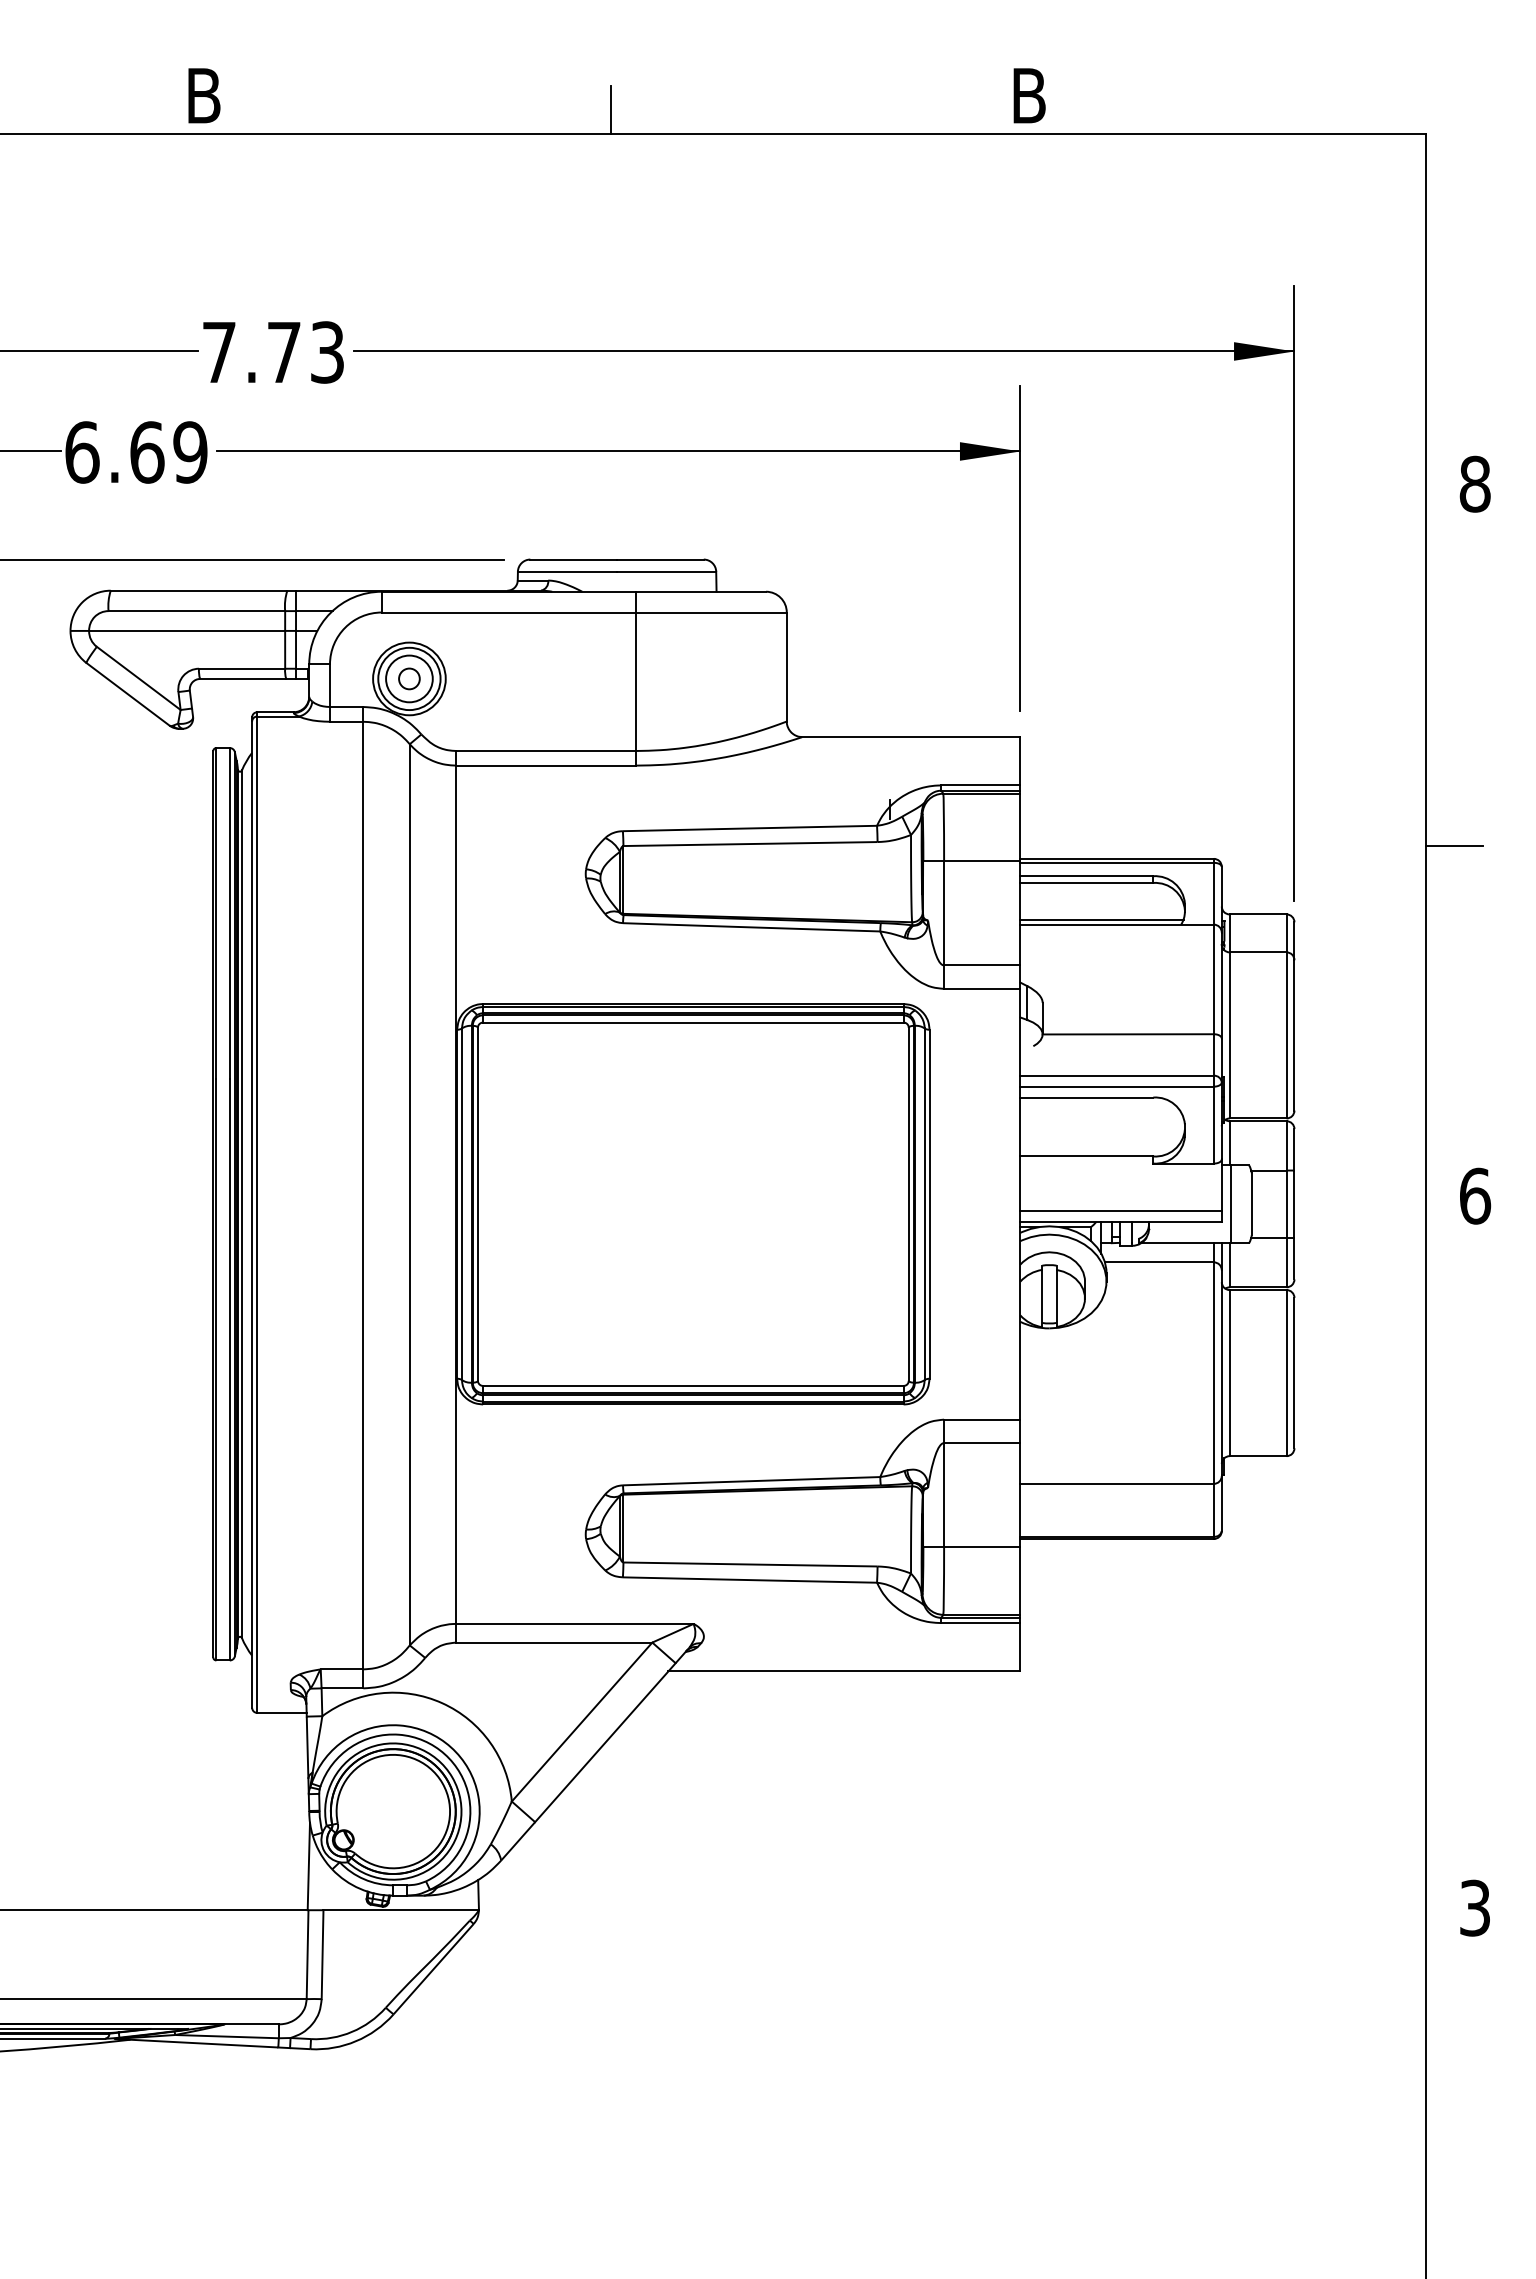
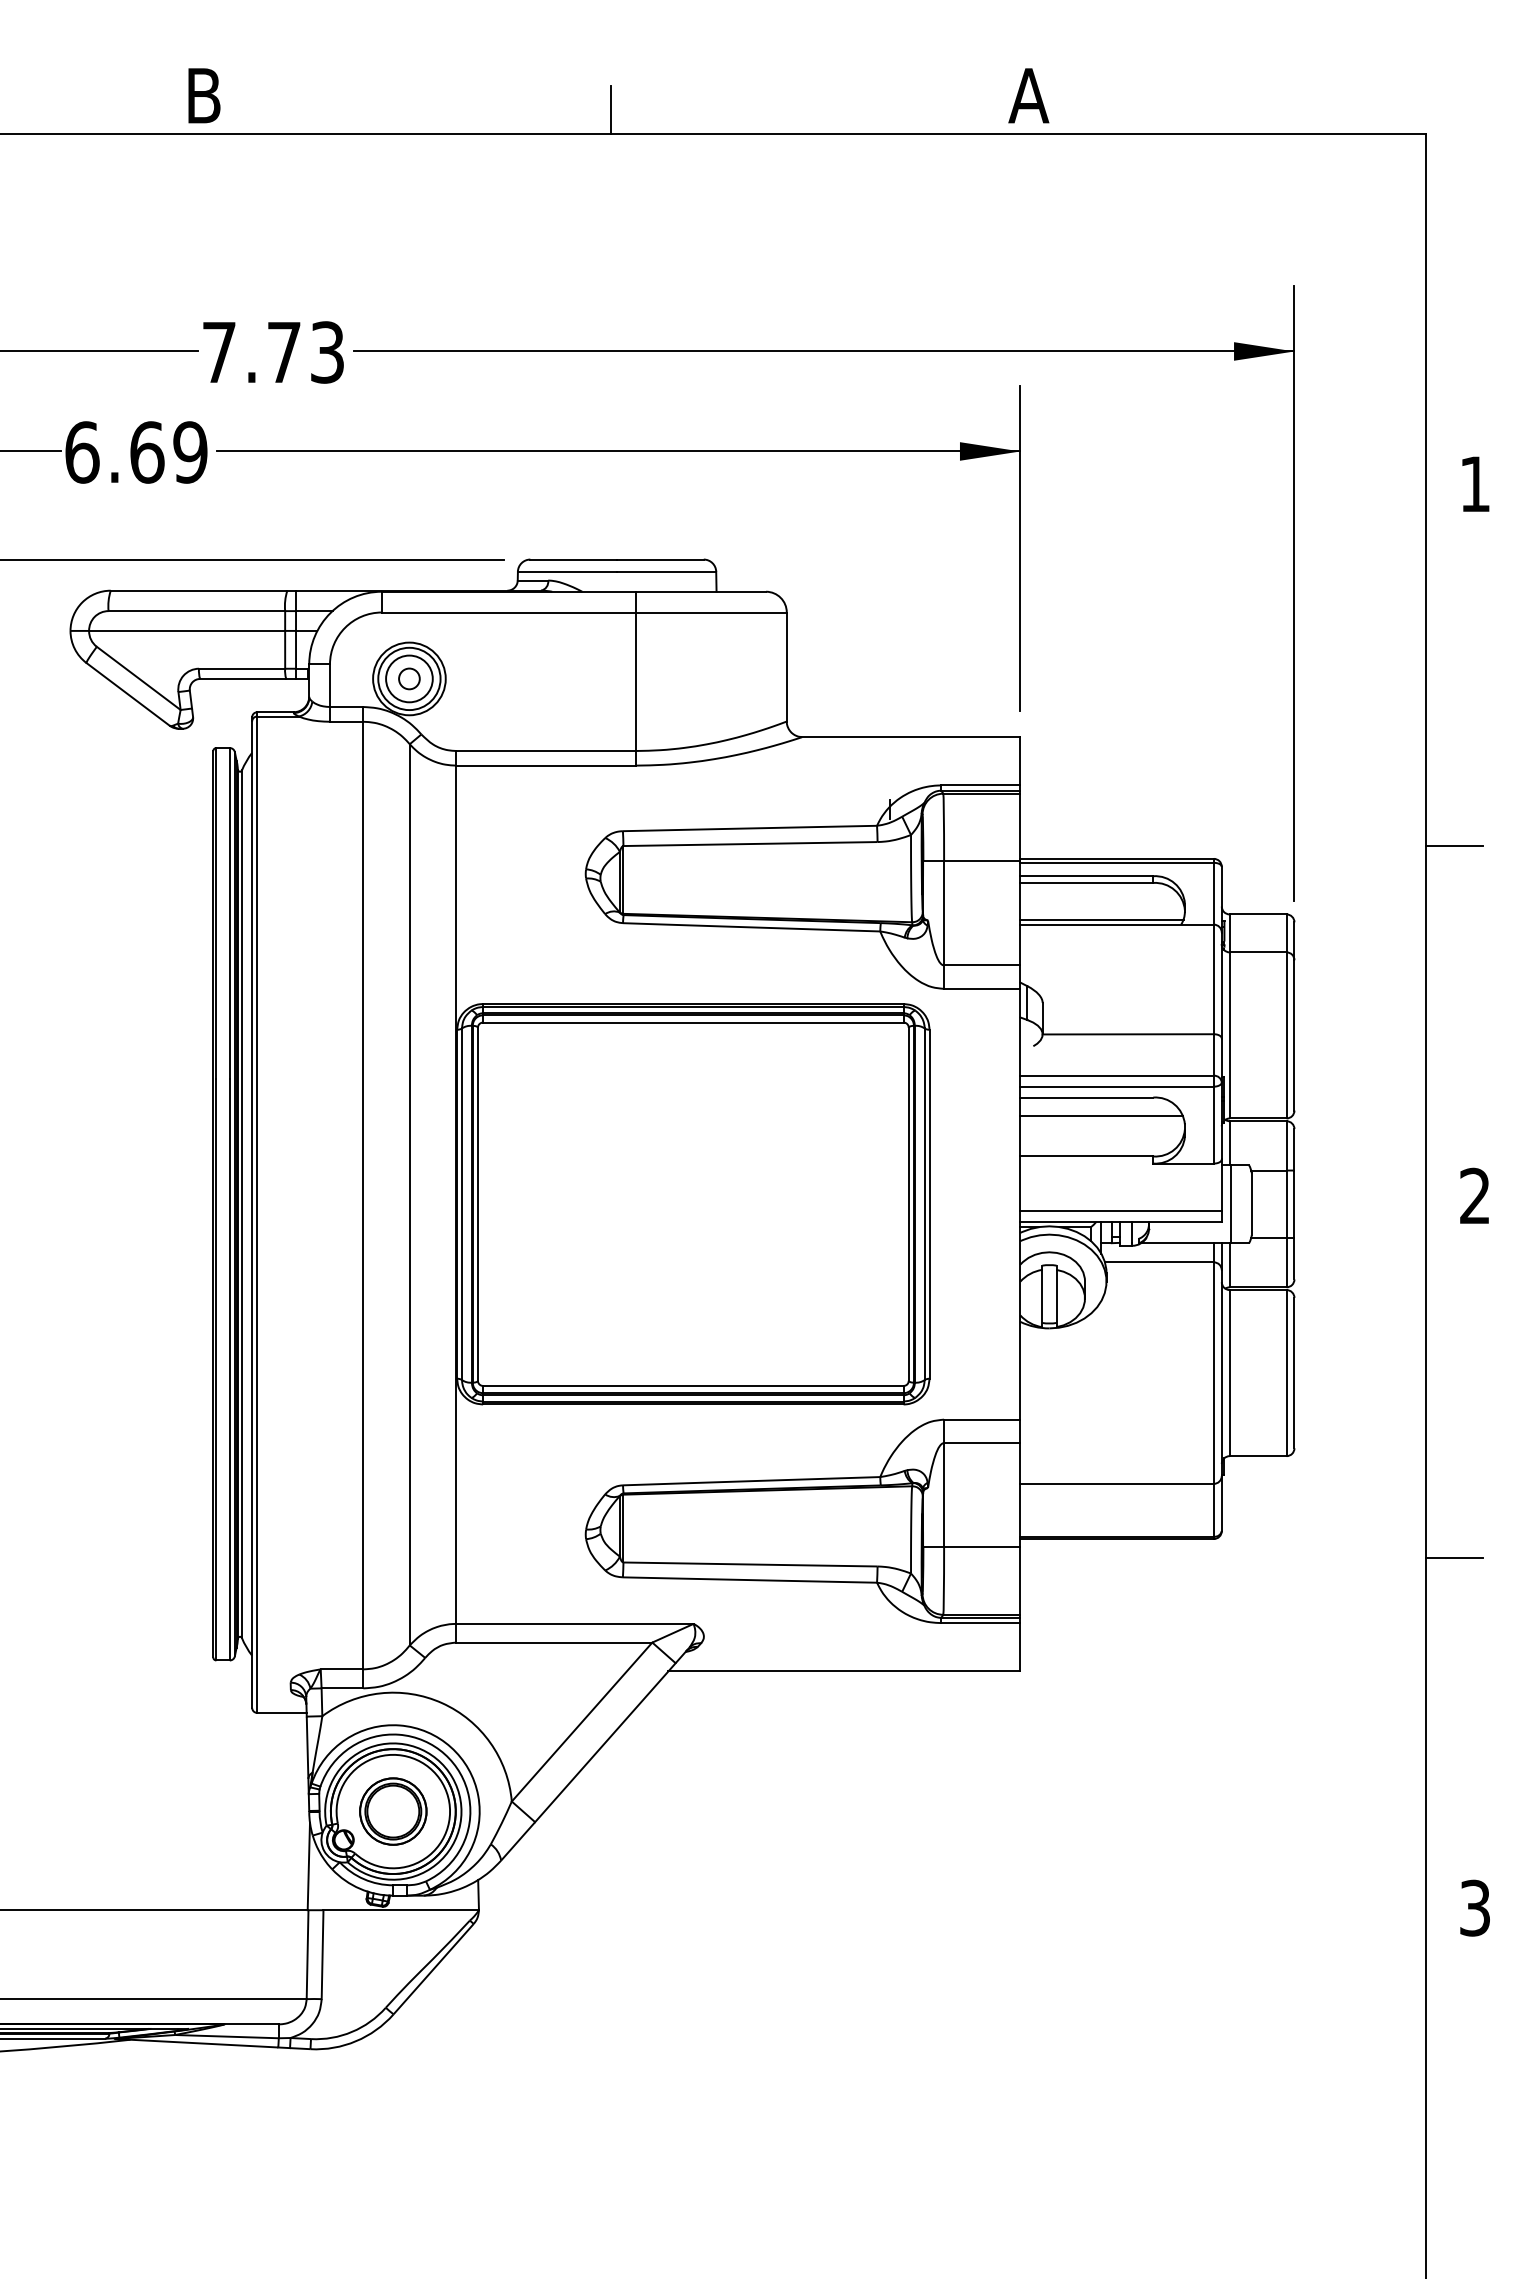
text at (1028, 95): B -> A
text at (1474, 483): 8 -> 1
line at (1101, 1115): none -> present
text at (1475, 1195): 6 -> 2
line at (1454, 1557): none -> present
part at (393, 1811): none -> present
